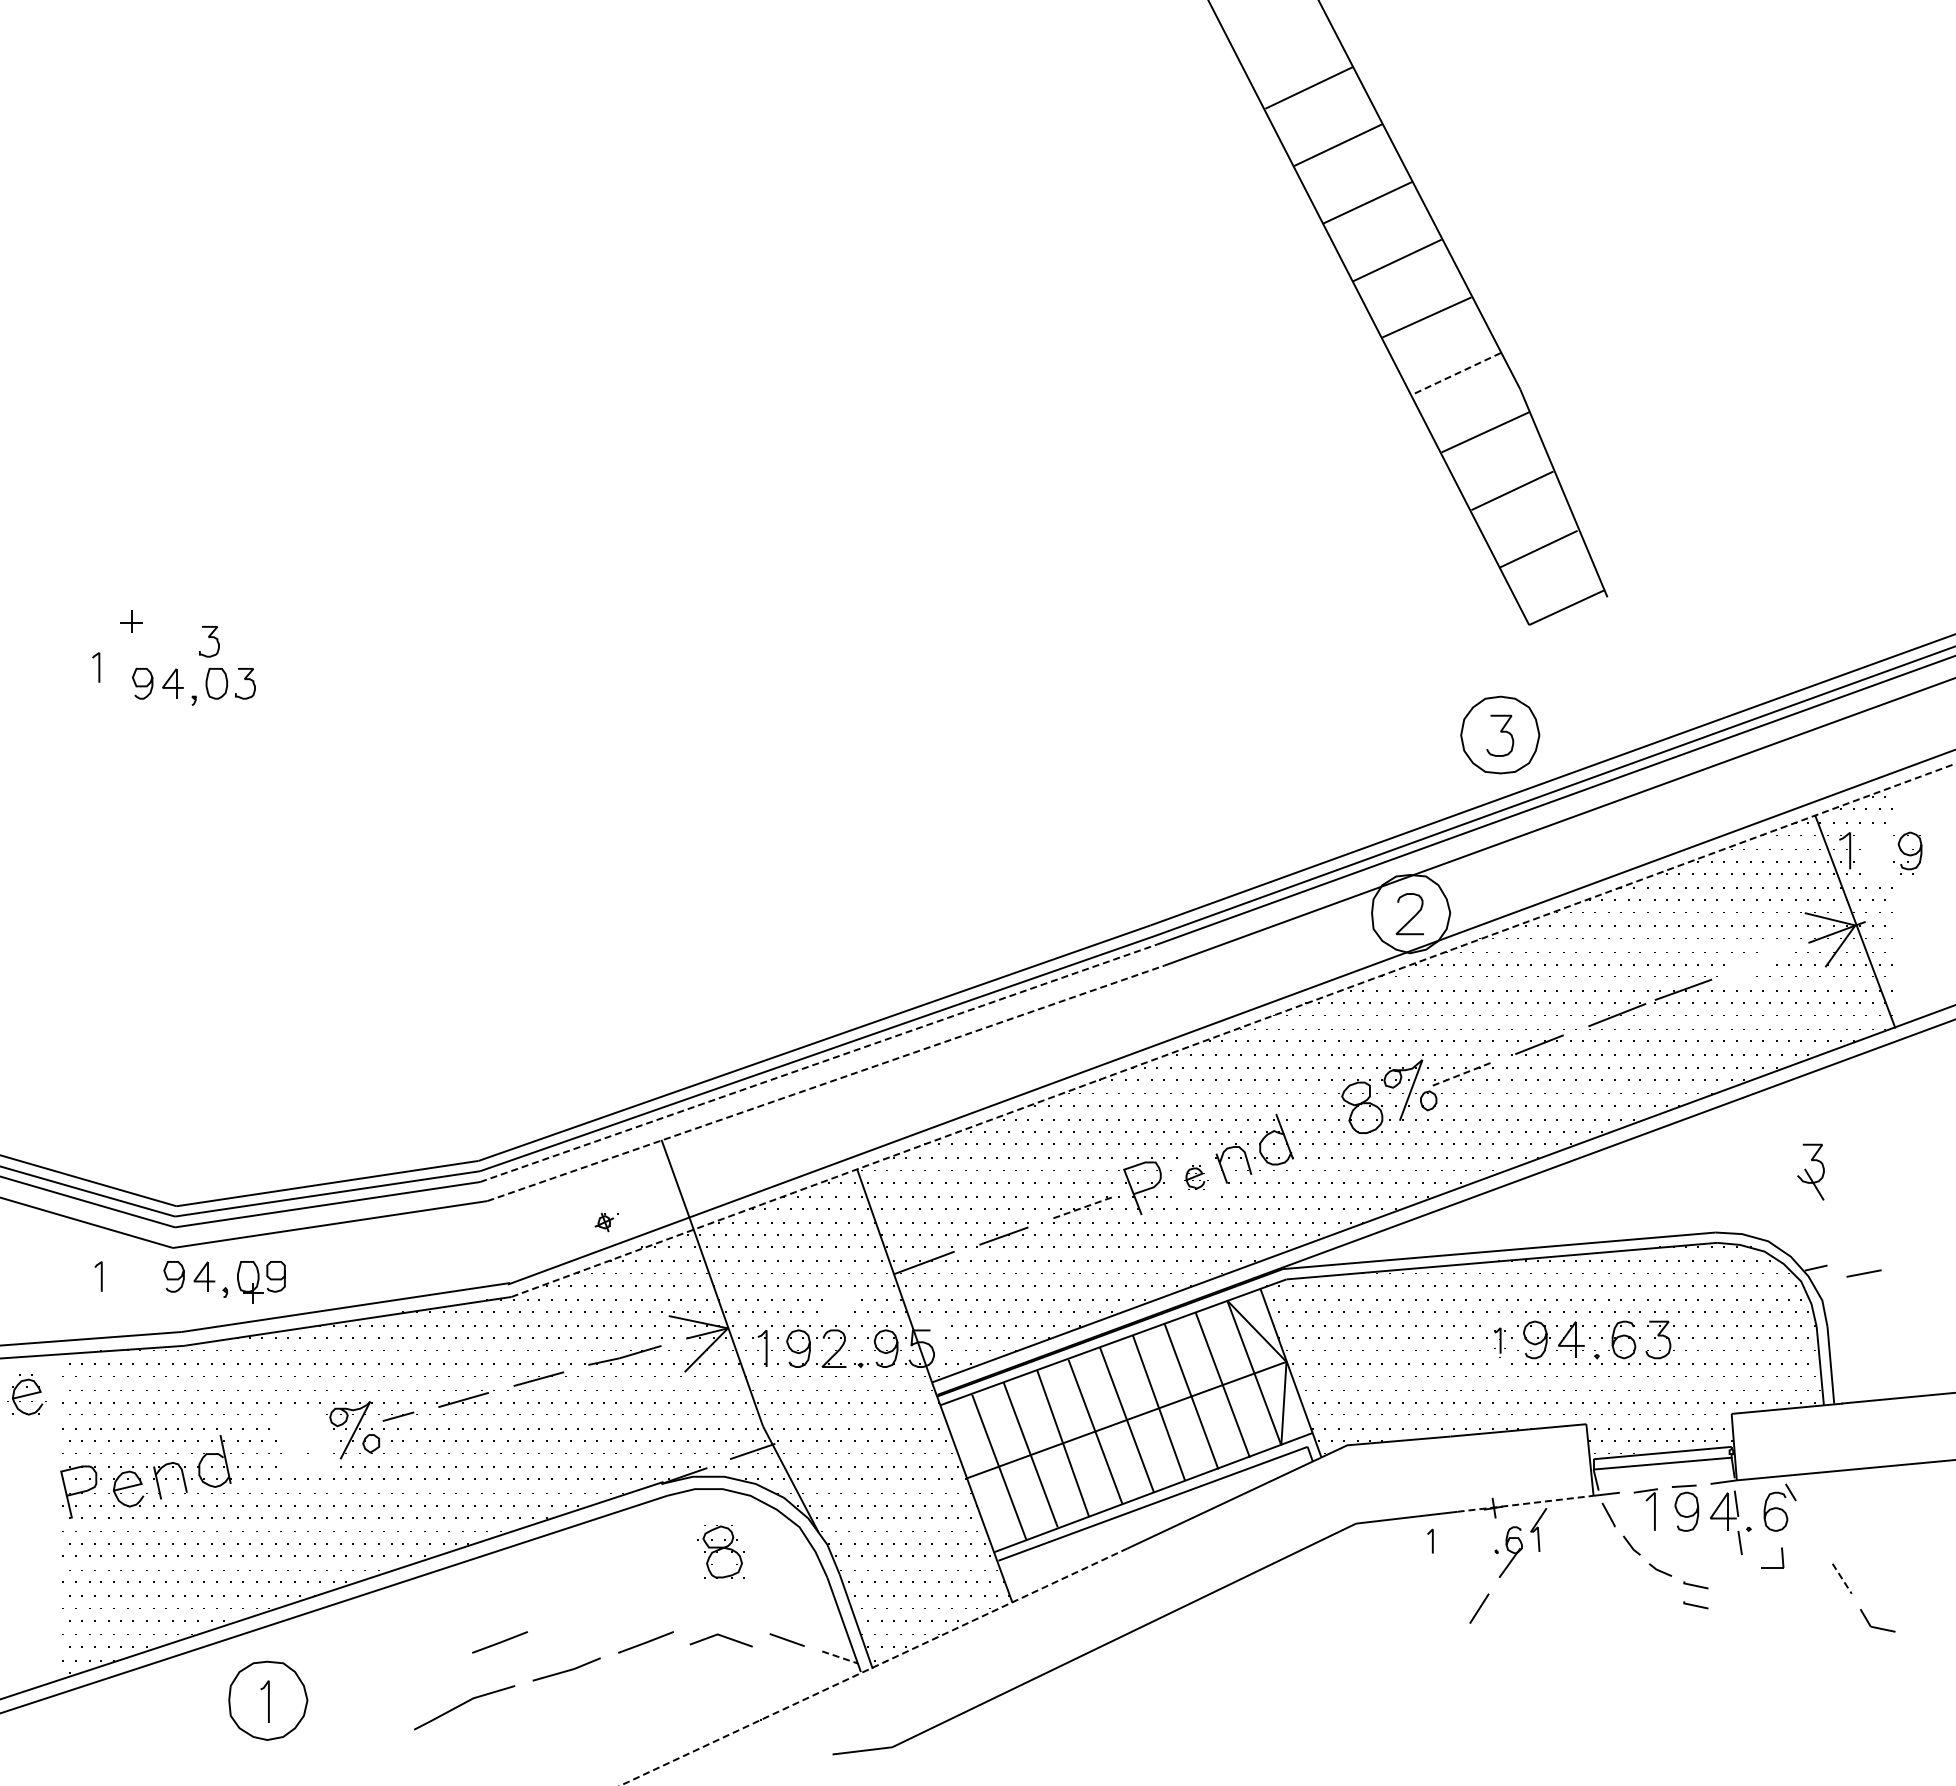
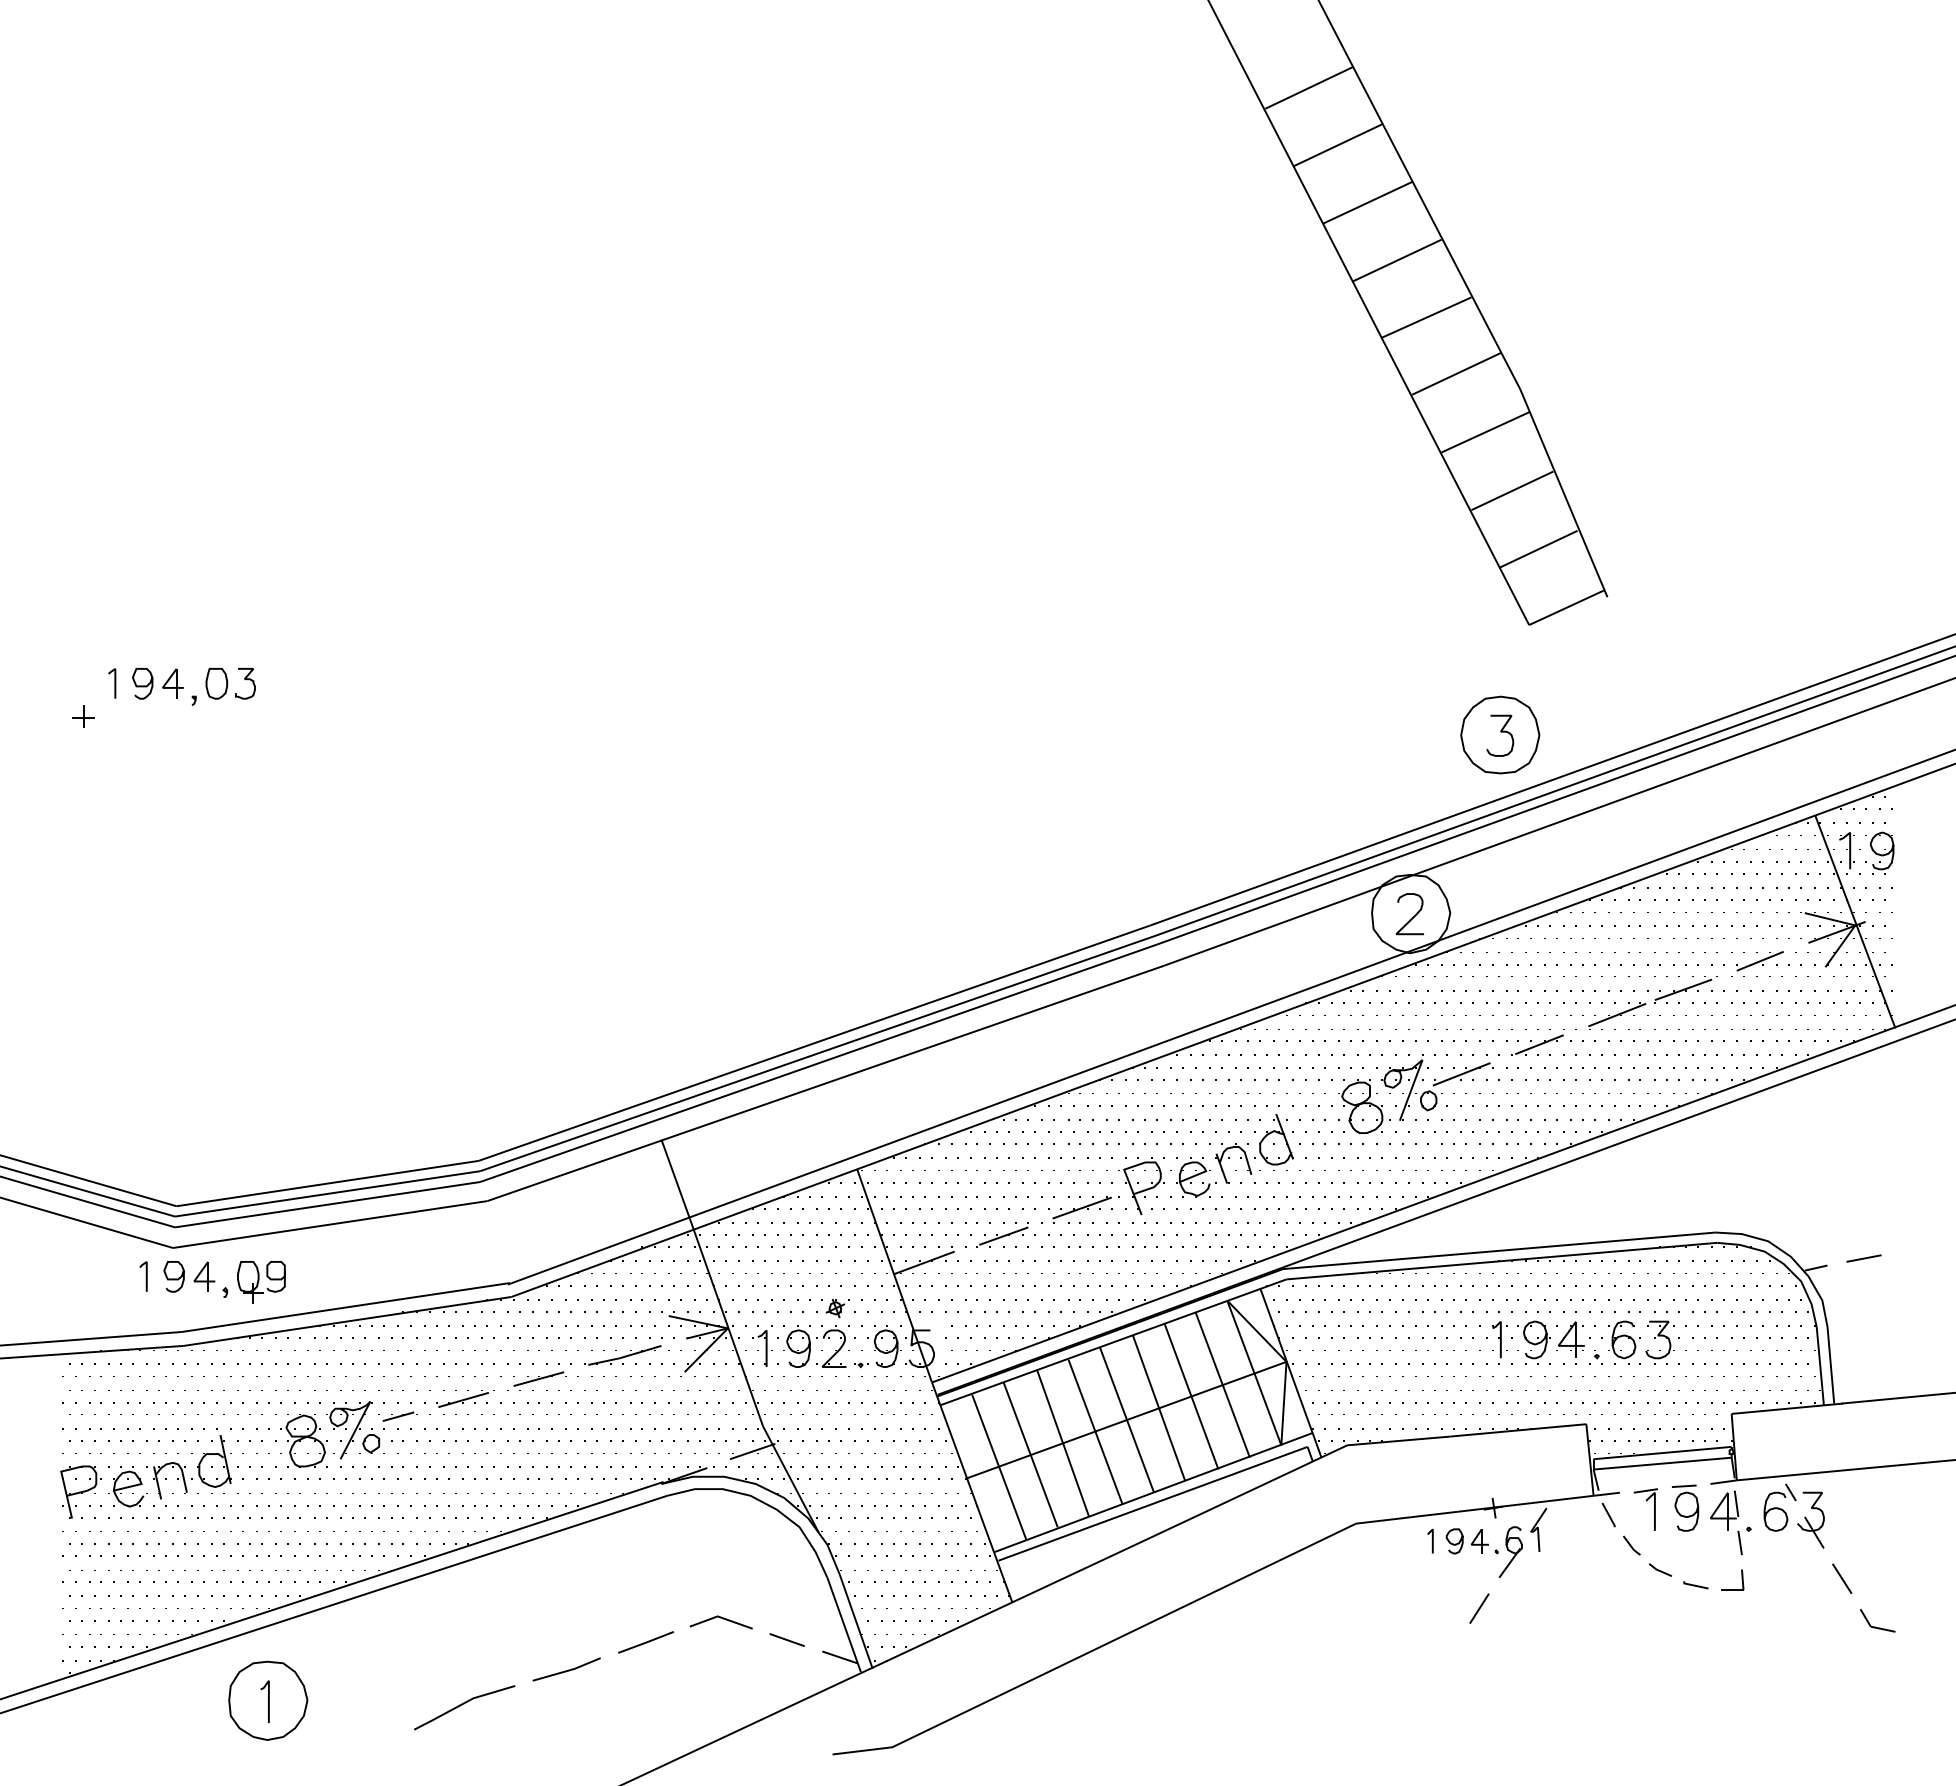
line at (1456, 373): dashed -> solid
part at (131, 621) position: (131, 621) -> (83, 716)
curve at (209, 638): present -> none
line at (98, 667) position: (98, 667) -> (114, 683)
part at (1907, 852) position: (1907, 852) -> (1879, 852)
part at (1757, 963): none -> present
line at (1233, 1030): dashed -> solid
line at (818, 1063): dashed -> solid
line at (1462, 1074): dashed -> solid
line at (826, 1083): dashed -> solid
part at (1810, 1171) position: (1810, 1171) -> (1810, 1519)
part at (1196, 1177) size: 25x25 px -> 41x41 px
line at (1081, 1208): dashed -> solid
part at (606, 1222) position: (606, 1222) -> (837, 1308)
line at (1863, 1273) position: (1863, 1273) -> (1863, 1258)
line at (100, 1276) position: (100, 1276) -> (145, 1276)
part at (1499, 1342) size: 12x31 px -> 16x44 px
part at (26, 1394): present -> none
line at (1526, 1503): dashed -> solid
part at (1466, 1541): none -> present
part at (720, 1551) position: (720, 1551) -> (303, 1440)
part at (1781, 1557) position: (1781, 1557) -> (1741, 1579)
line at (1842, 1578): dashed -> solid
line at (1695, 1605): present -> none
line at (722, 1637) position: (722, 1637) -> (722, 1619)
line at (499, 1642): present -> none
line at (840, 1657): dashed -> solid
line at (873, 1667): dashed -> solid
